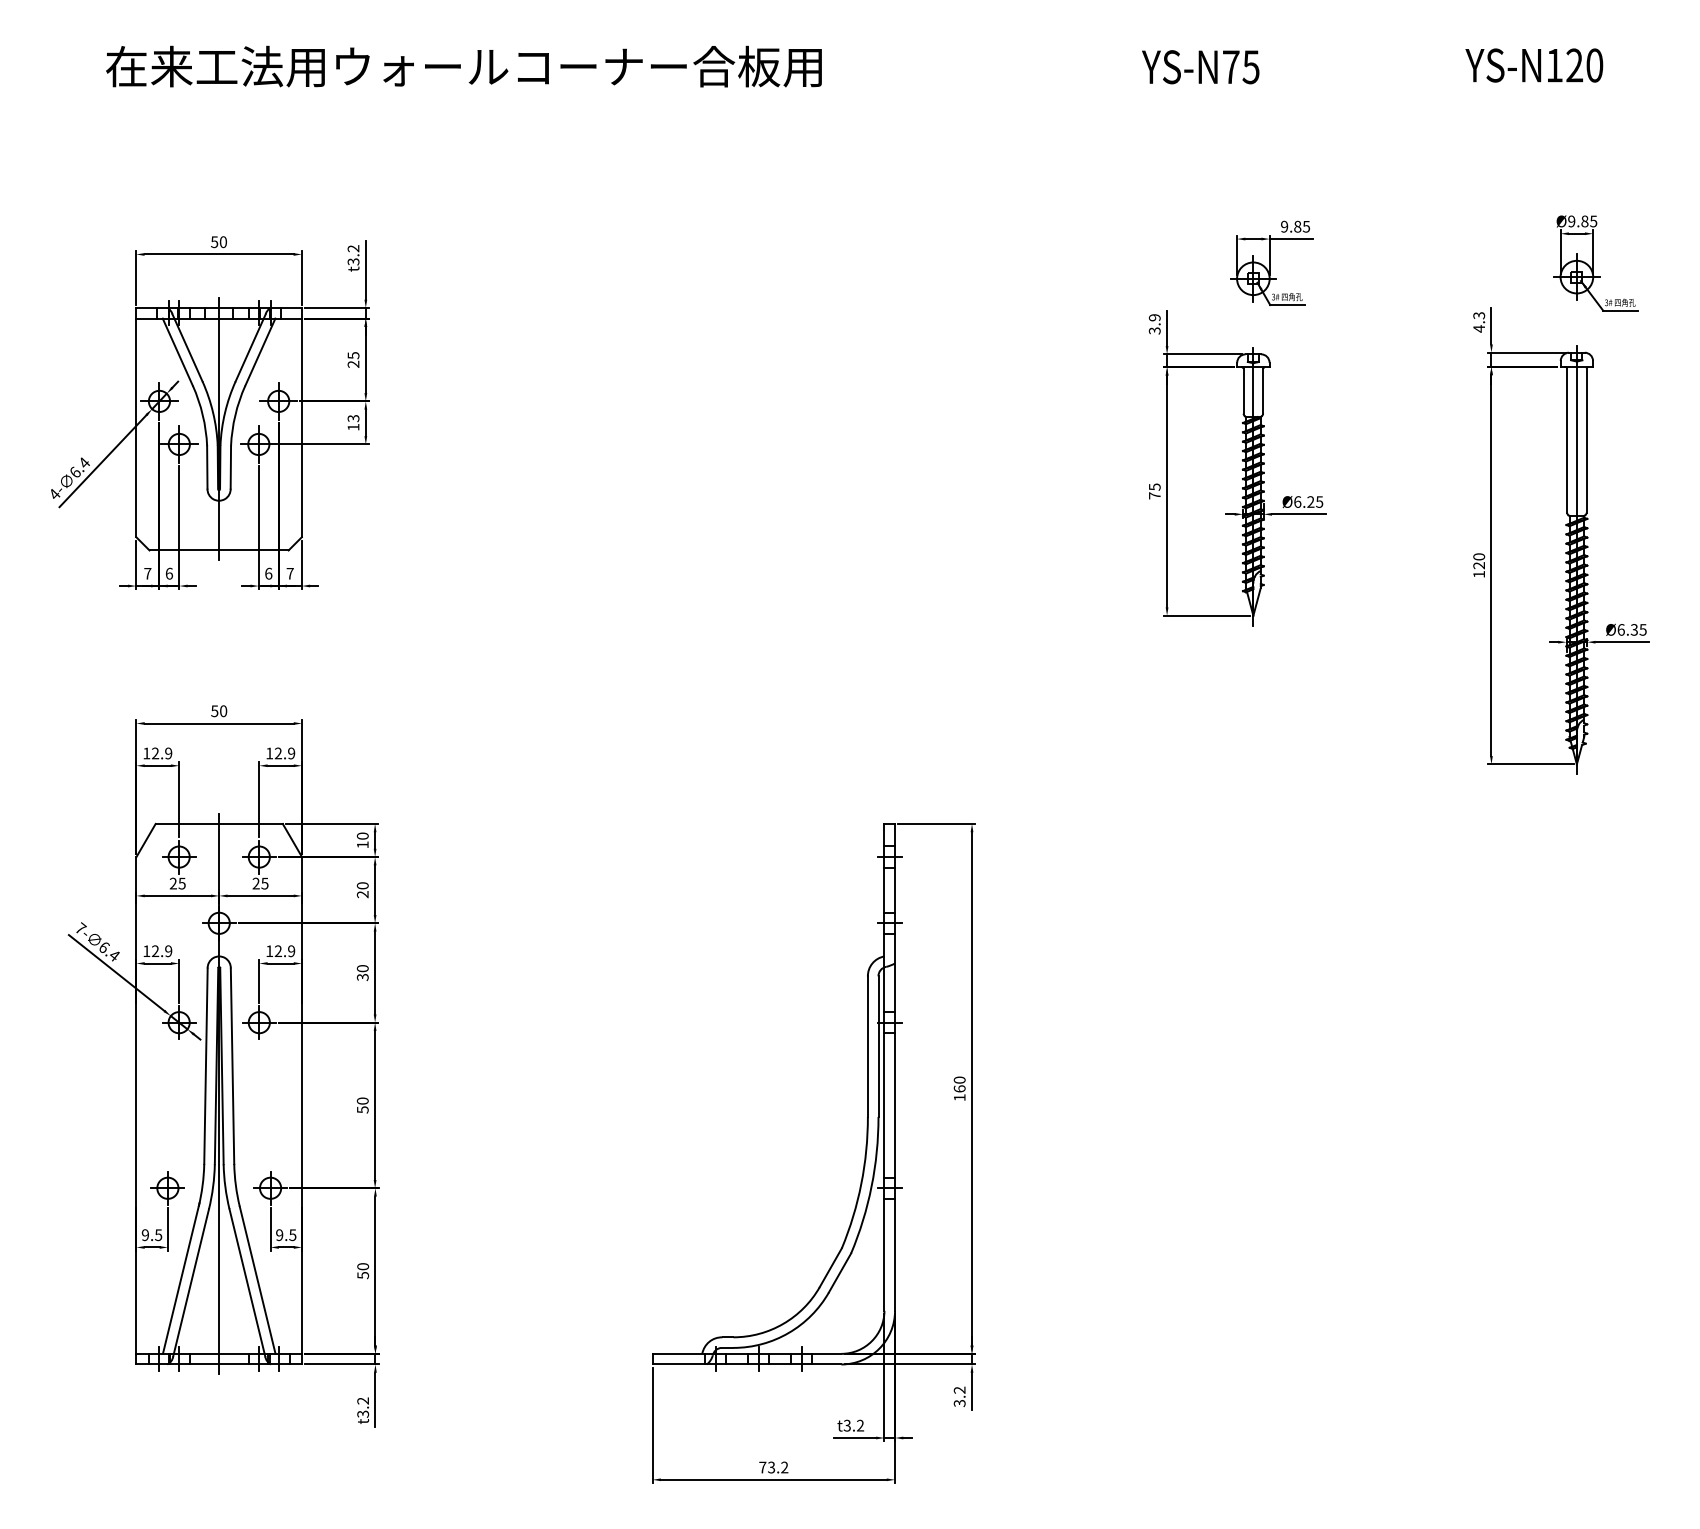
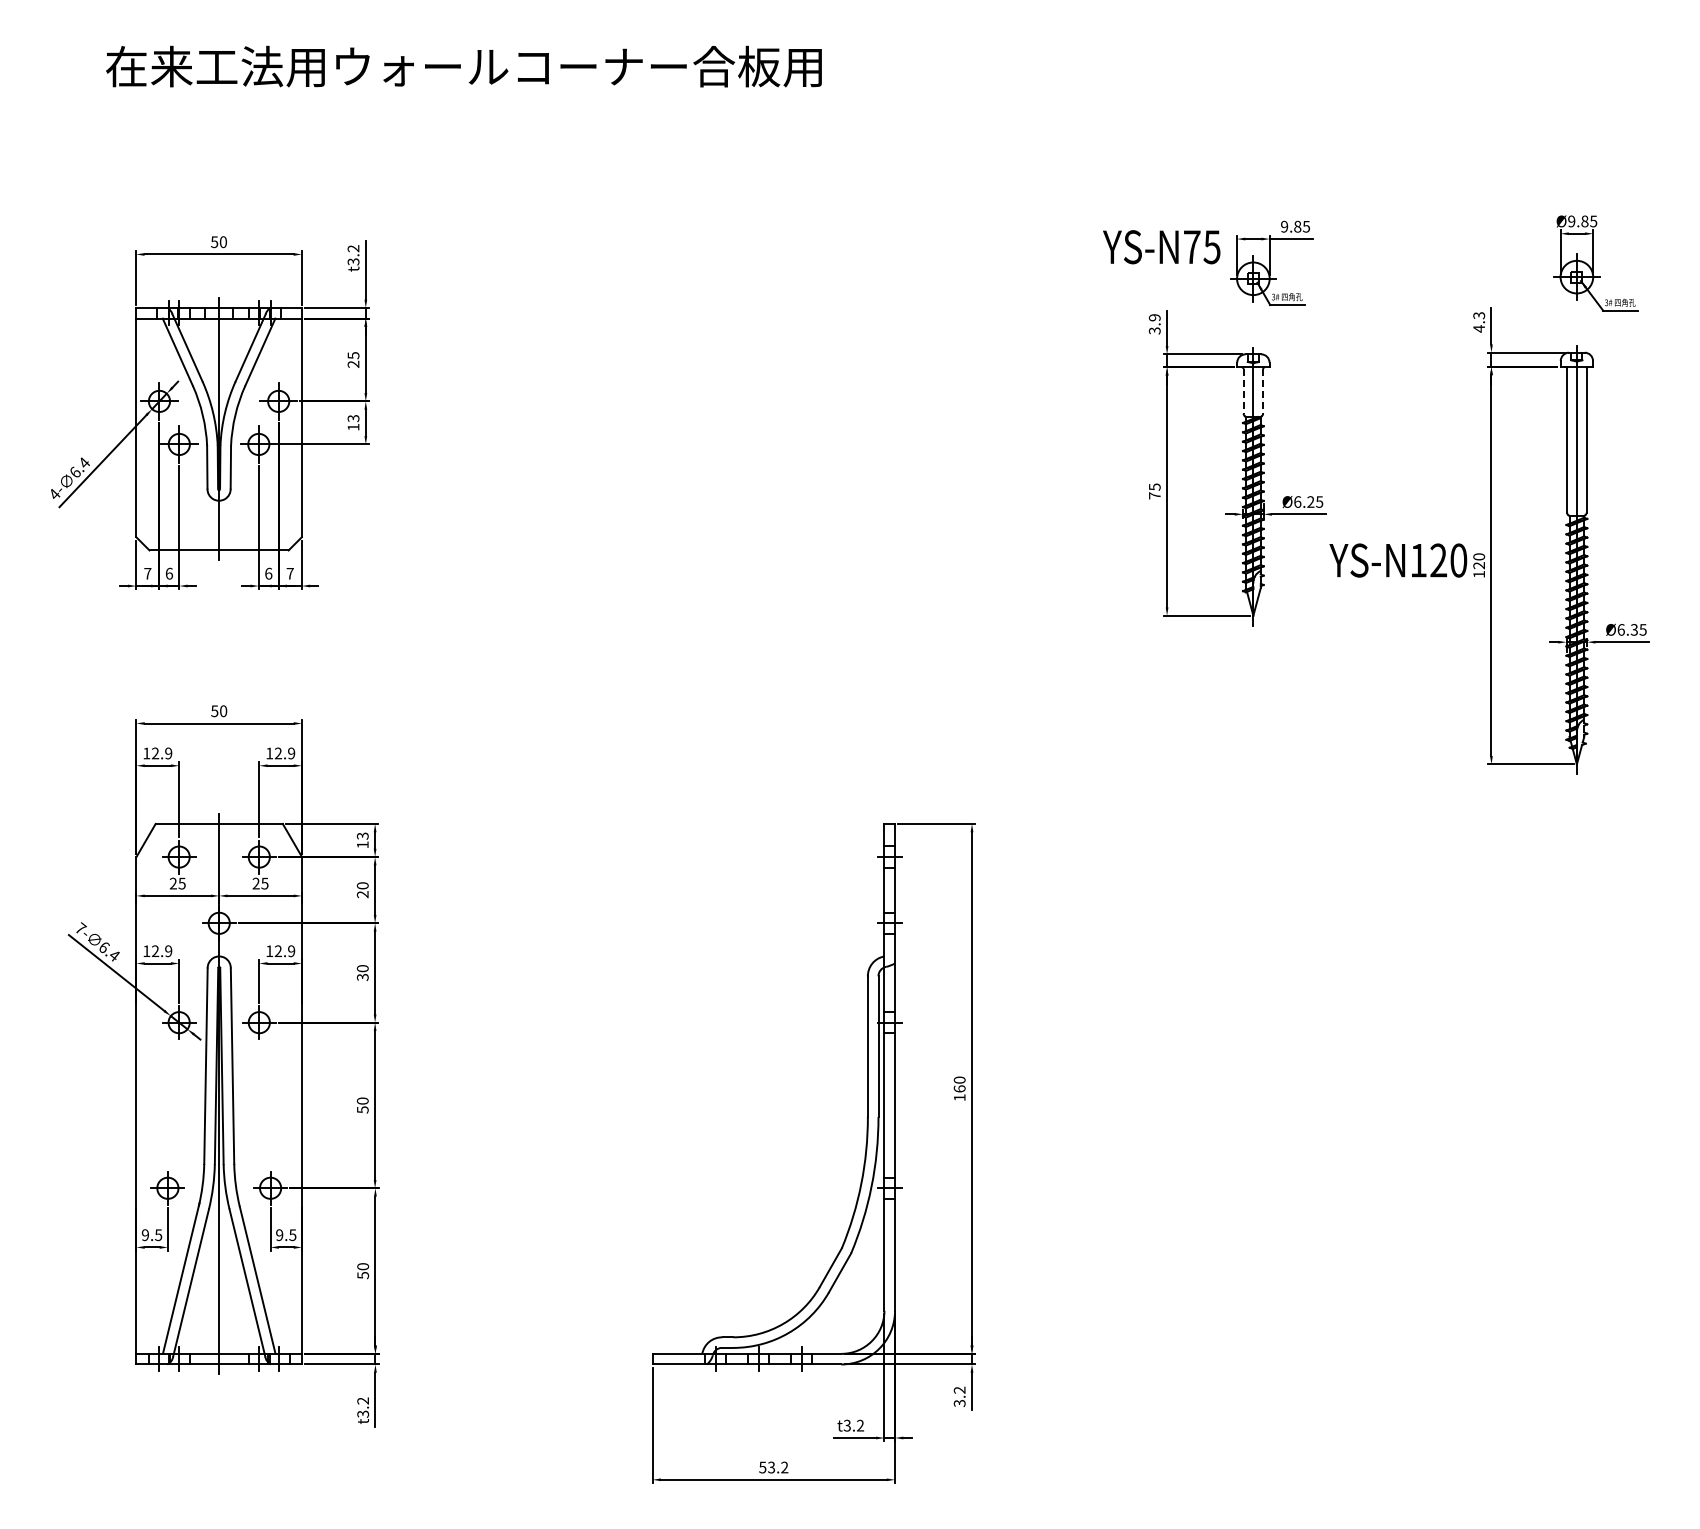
text at (1534, 65) position: (1534, 65) -> (1398, 560)
text at (1200, 67) position: (1200, 67) -> (1161, 247)
line at (1243, 391): solid -> dashed
line at (1263, 391): solid -> dashed
text at (362, 835): 10 -> 13
text at (762, 1467): 73.2 -> 53.2
